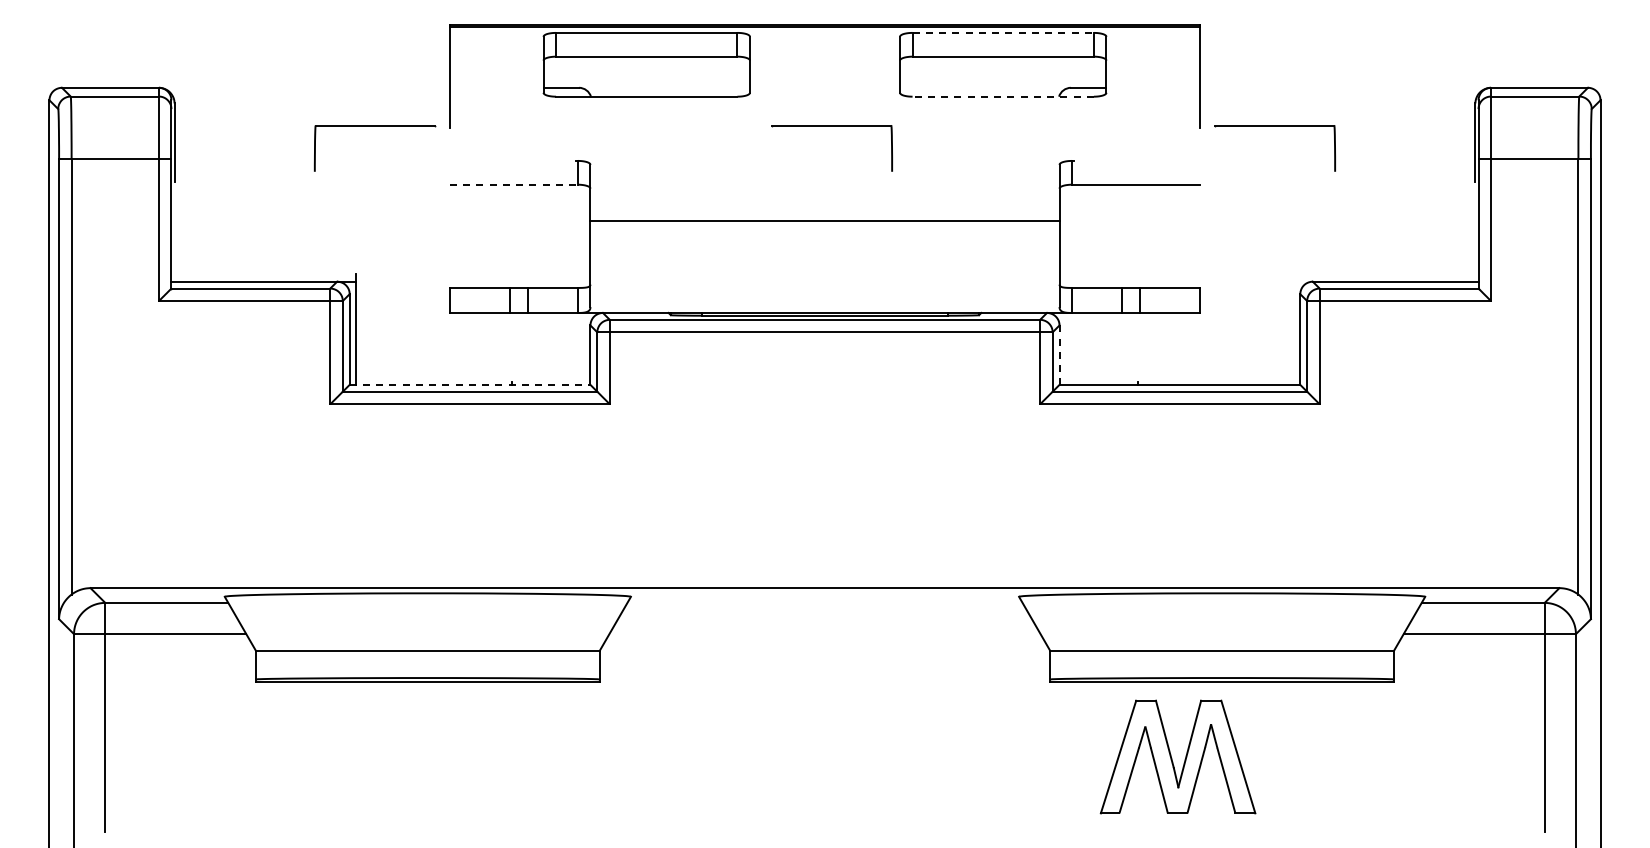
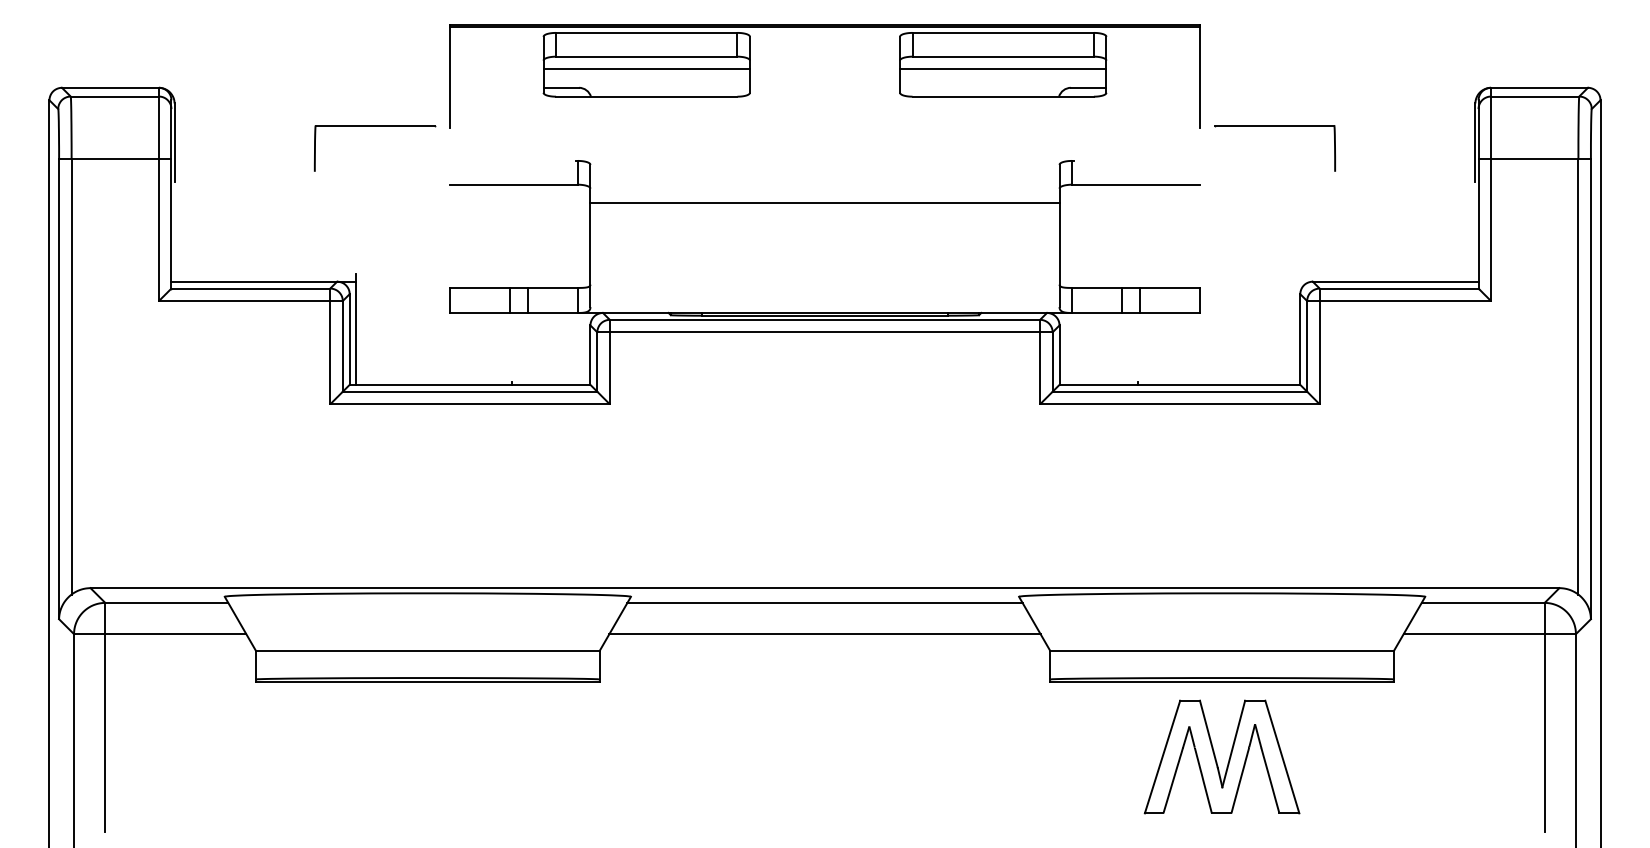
line at (1003, 32): dashed -> solid
line at (646, 69): none -> present
line at (1003, 69): none -> present
line at (1003, 96): dashed -> solid
part at (831, 126): present -> none
line at (514, 184): dashed -> solid
line at (824, 221) position: (824, 221) -> (824, 203)
line at (1059, 355): dashed -> solid
line at (470, 384): dashed -> solid
line at (824, 602): none -> present
line at (824, 634): none -> present
part at (1177, 756) position: (1177, 756) -> (1221, 756)
